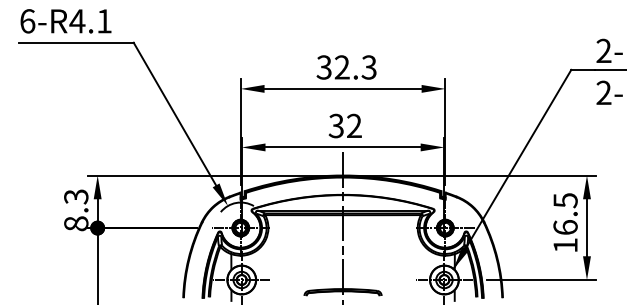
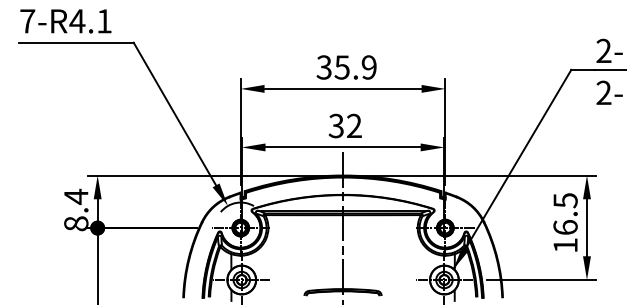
text at (27, 21): 6-R4.1 -> 7-R4.1
text at (355, 67): 32.3 -> 35.9
text at (76, 196): 8.3 -> 8.4
